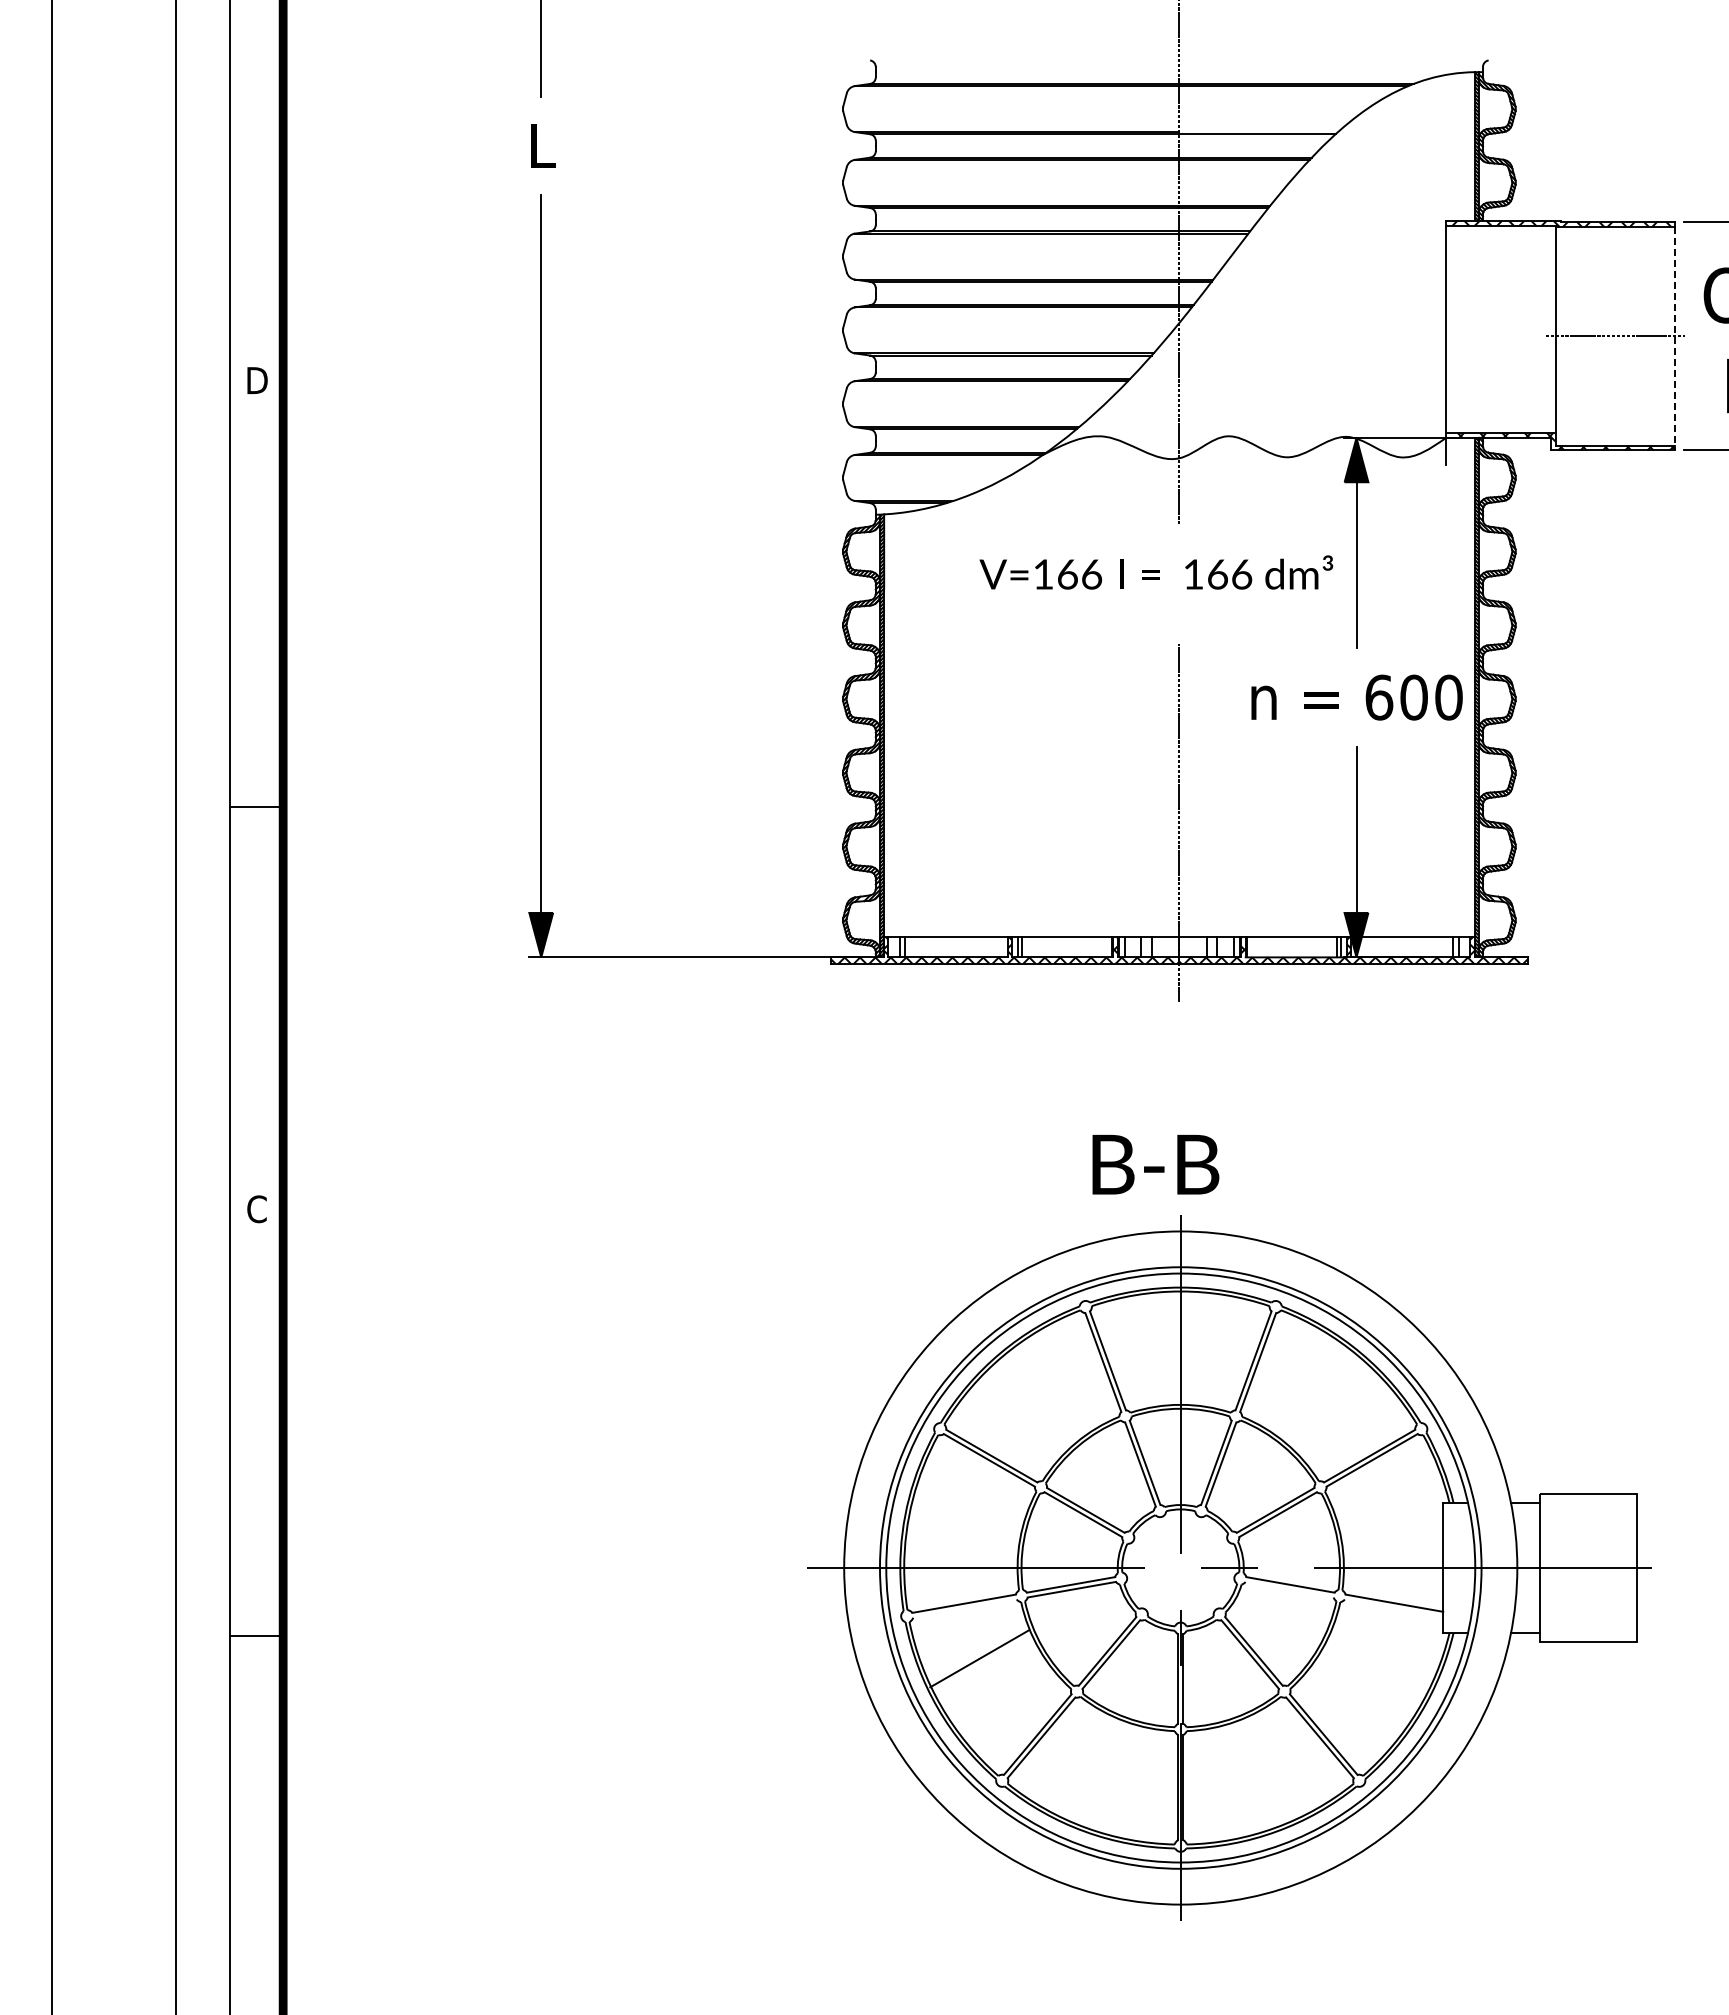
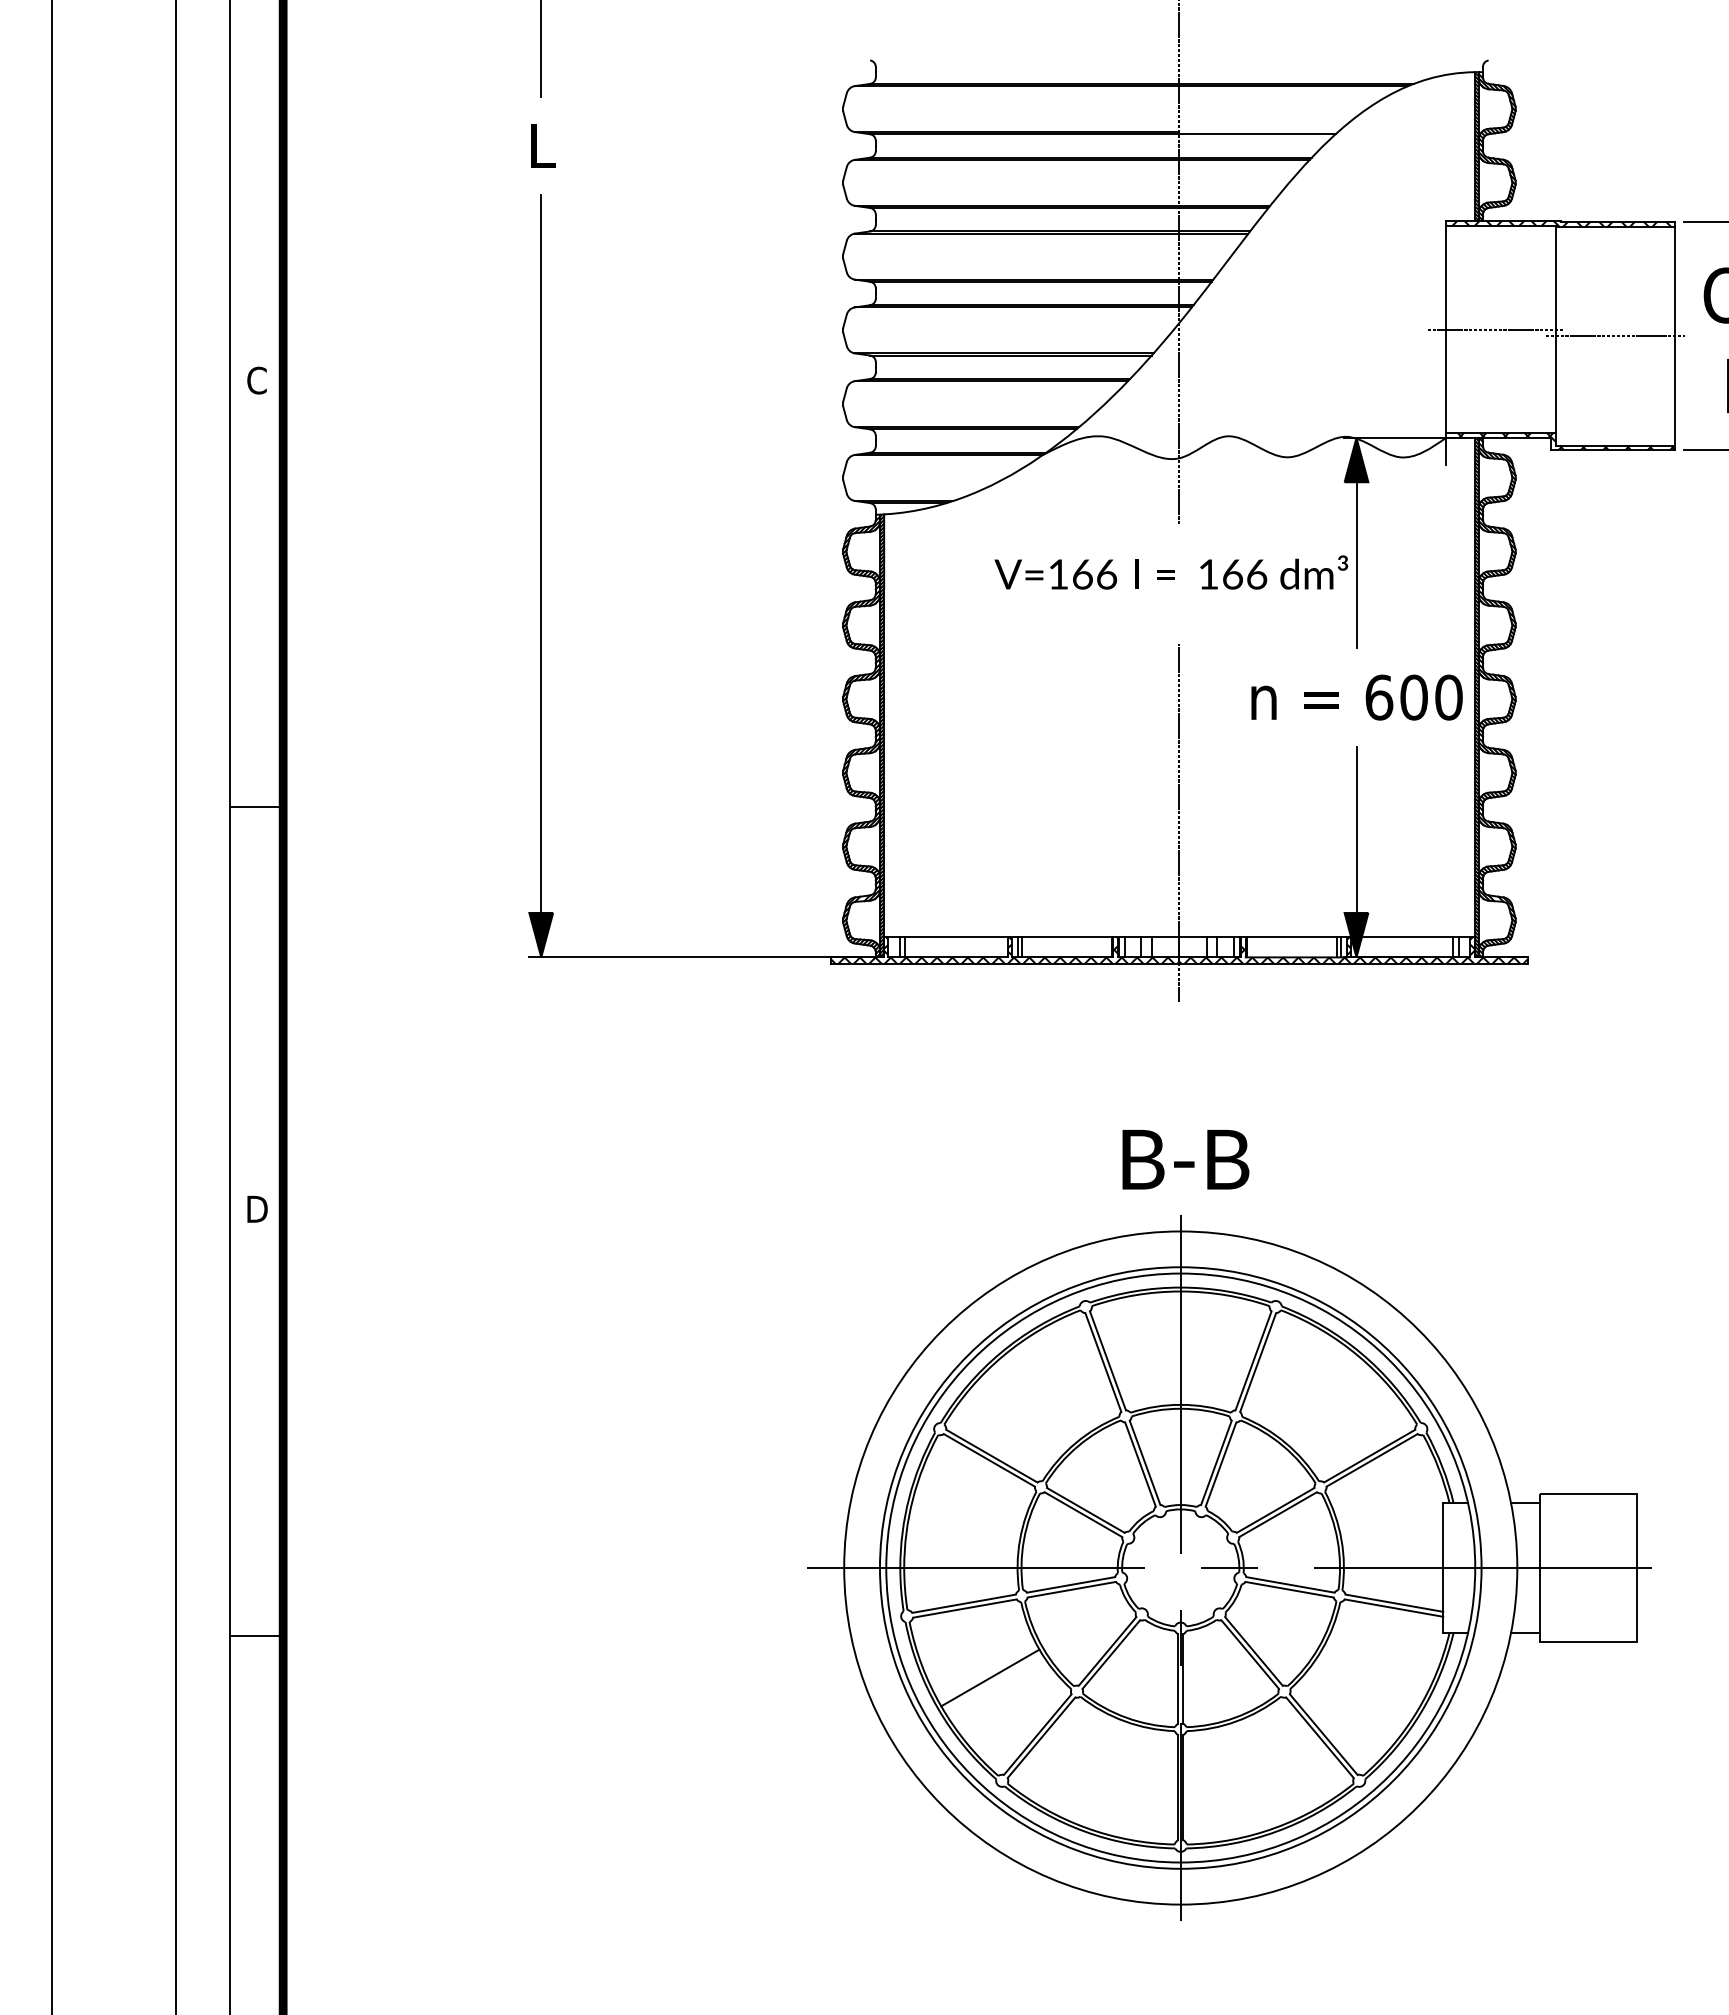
line at (1495, 329): none -> present
line at (1674, 338): dashed -> solid
text at (257, 380): D -> C
text at (1156, 572) position: (1156, 572) -> (1171, 572)
text at (1155, 1164) position: (1155, 1164) -> (1185, 1159)
text at (257, 1209): C -> D
line at (1289, 1589): none -> present
line at (1393, 1607): none -> present
line at (964, 1608): none -> present
line at (979, 1658) position: (979, 1658) -> (990, 1677)
